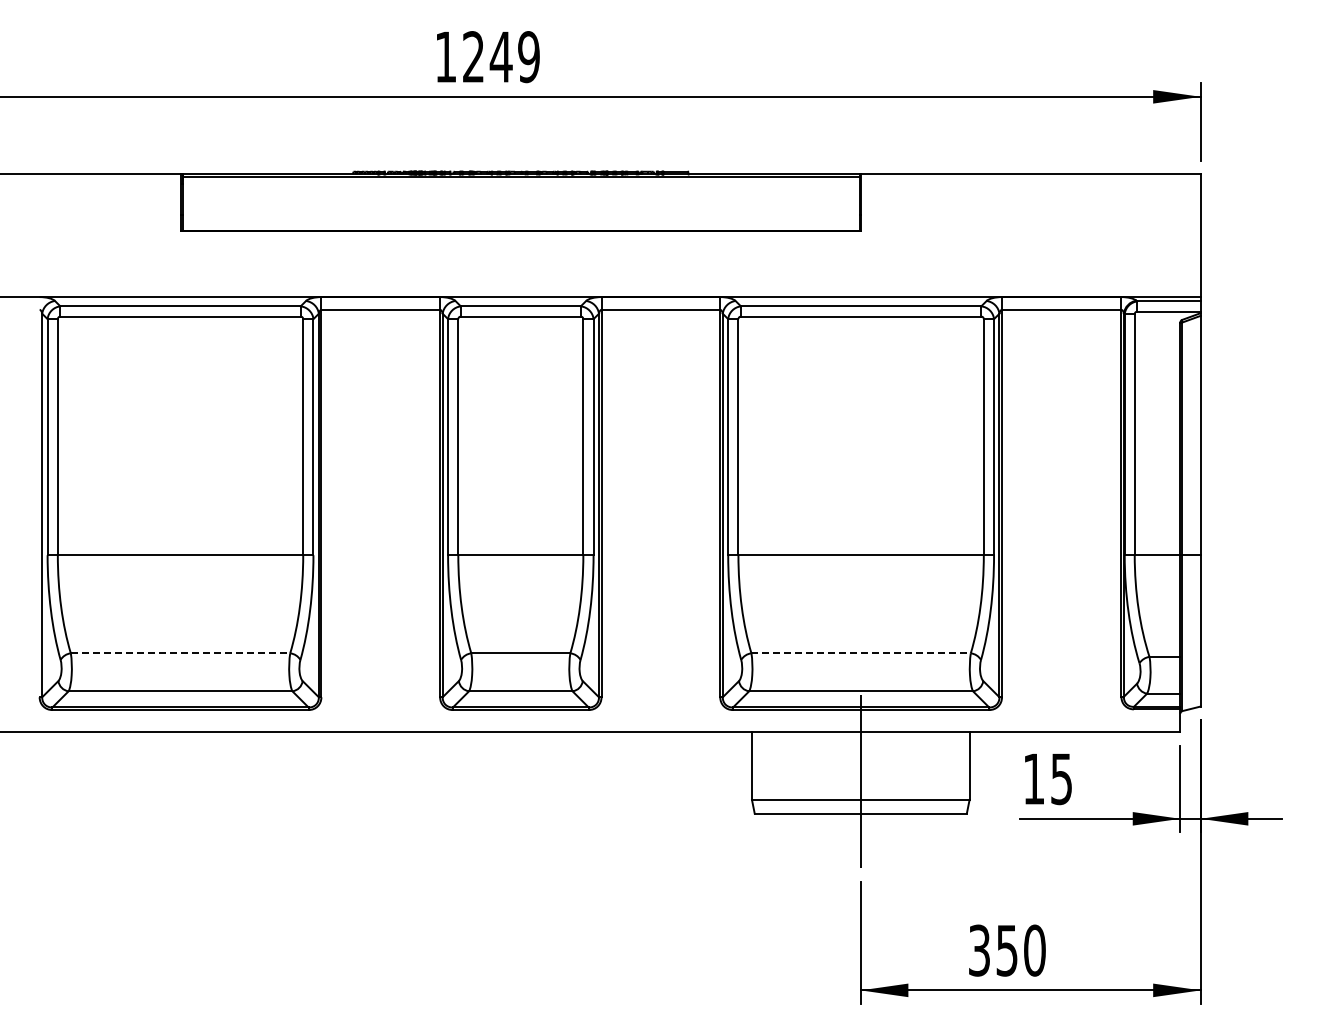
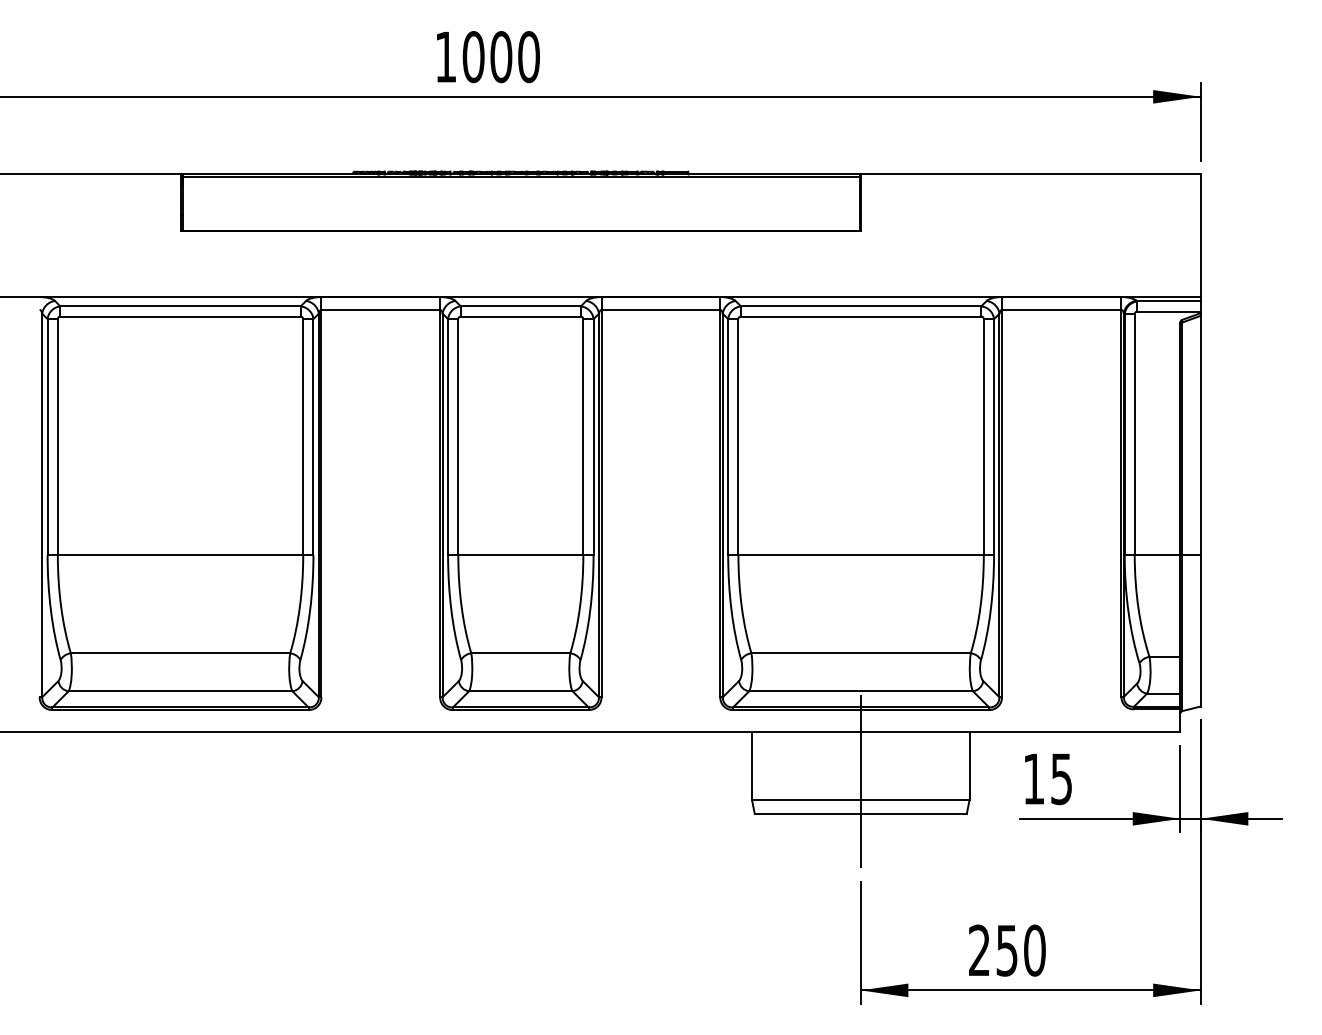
text at (500, 57): 1249 -> 1000
line at (180, 653): dashed -> solid
line at (861, 653): dashed -> solid
text at (979, 950): 350 -> 250
